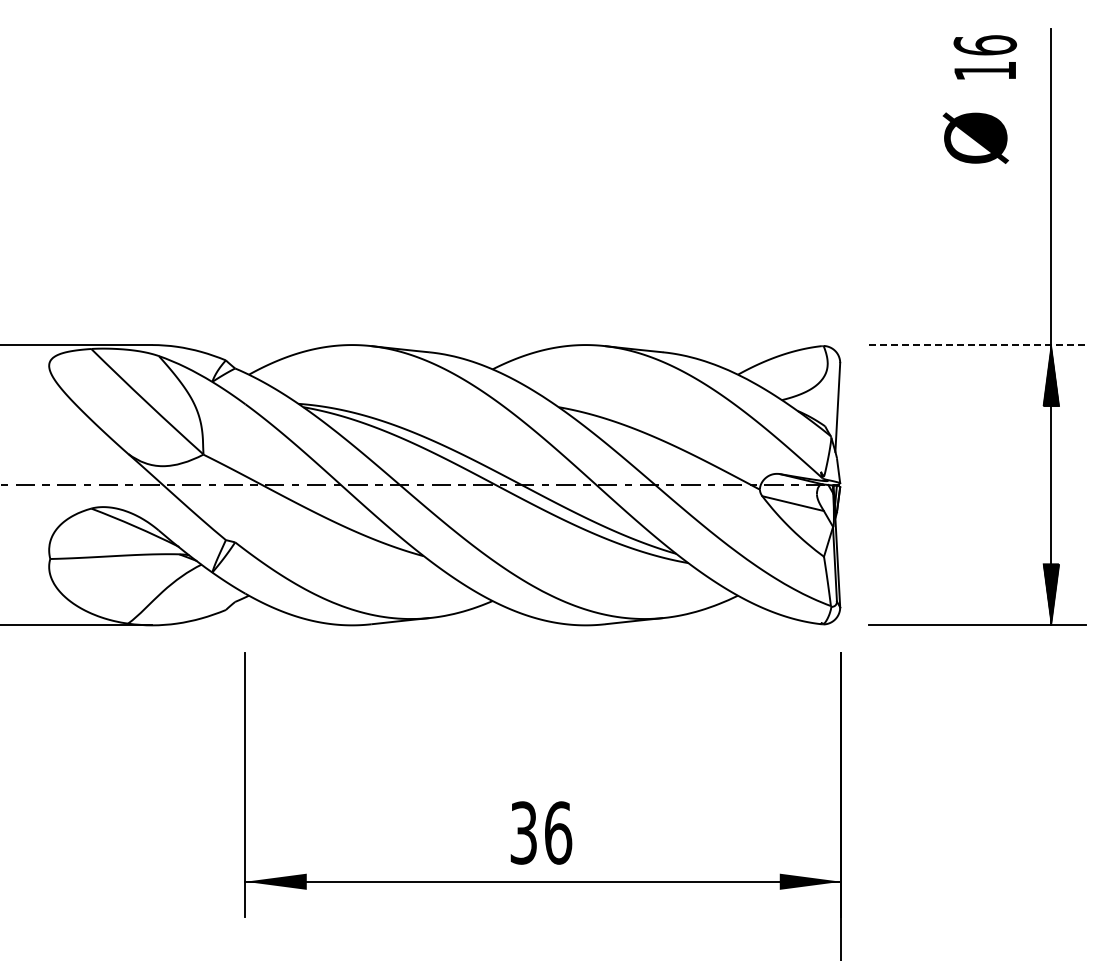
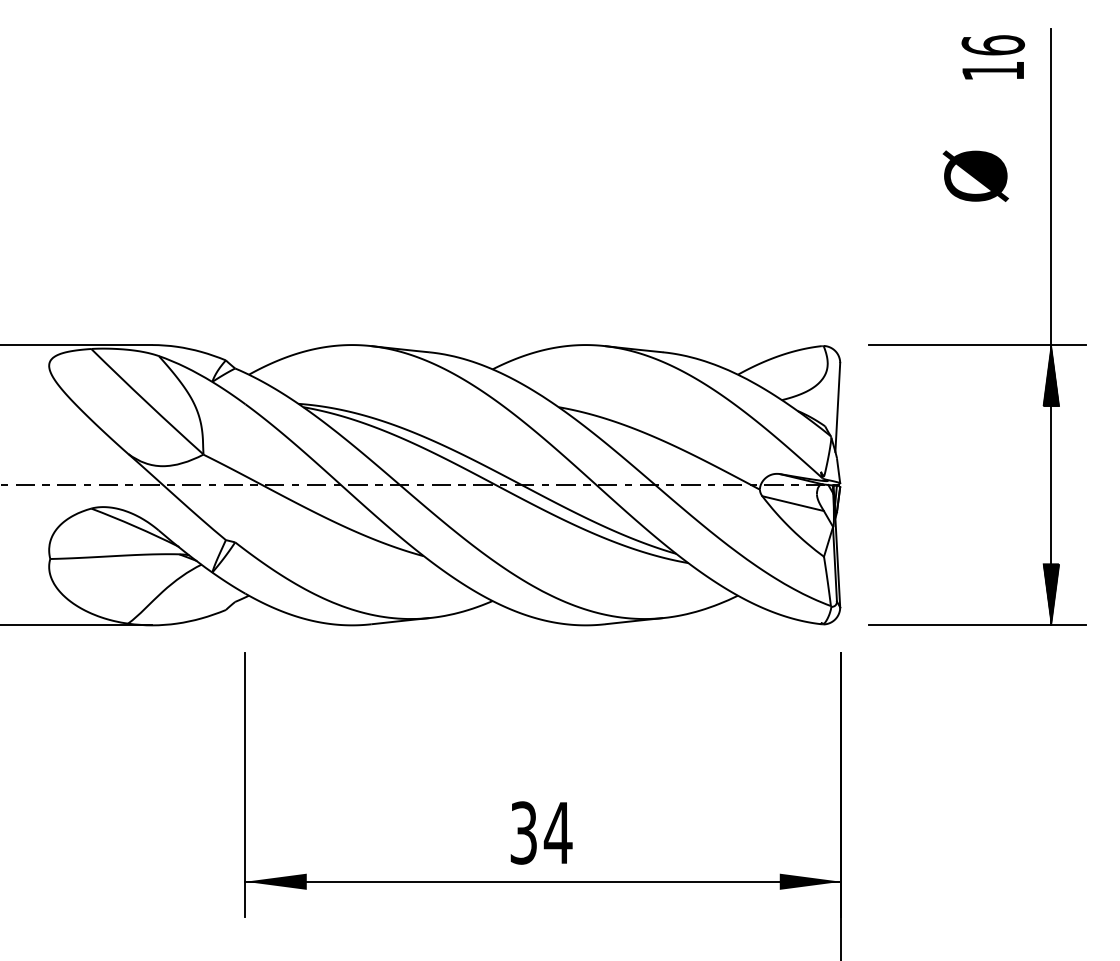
text at (984, 57) position: (984, 57) -> (992, 57)
text at (975, 137) position: (975, 137) -> (975, 175)
line at (977, 345): dashed -> solid
text at (557, 832): 36 -> 34
